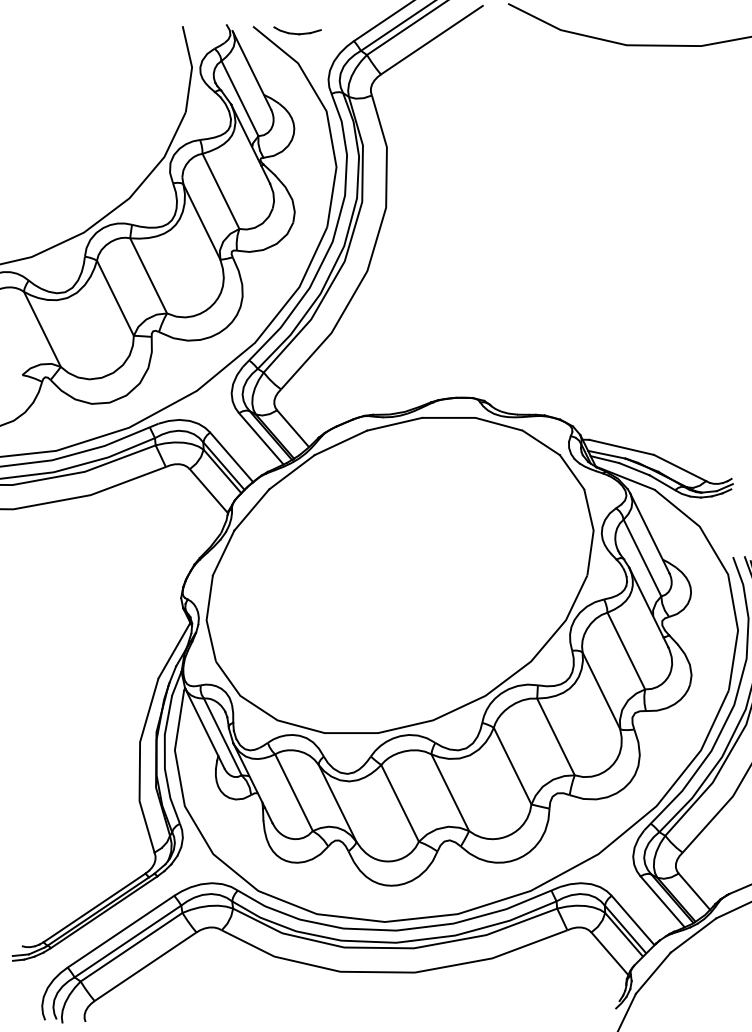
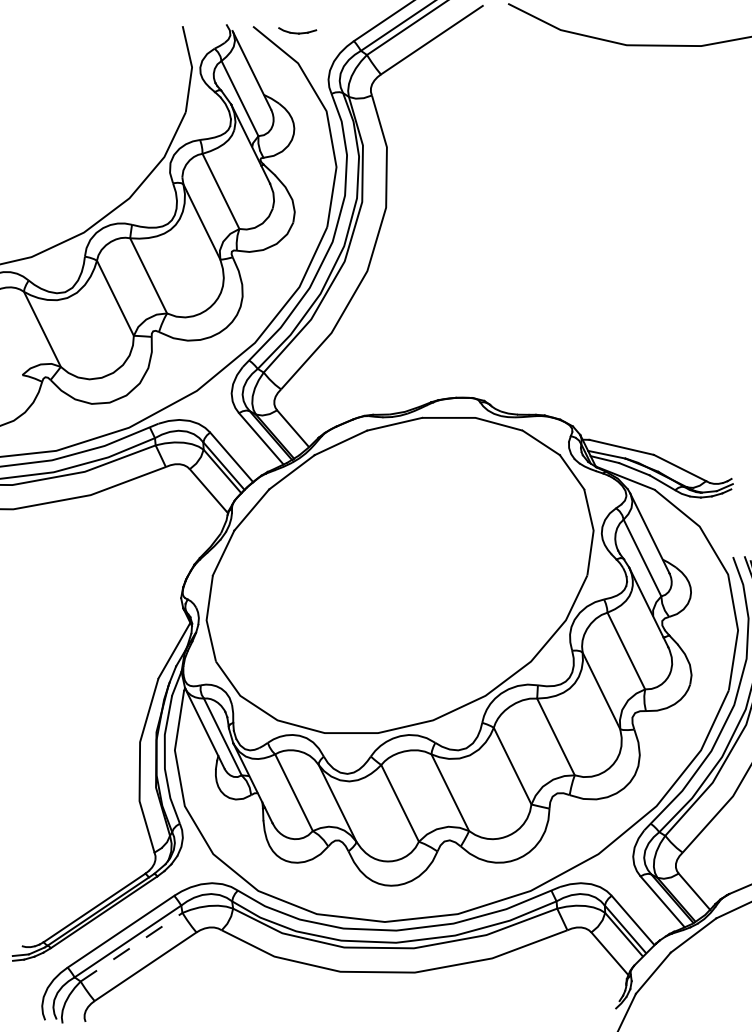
part at (297, 30) size: 49x10 px -> 40x8 px
line at (131, 946): solid -> dashed
